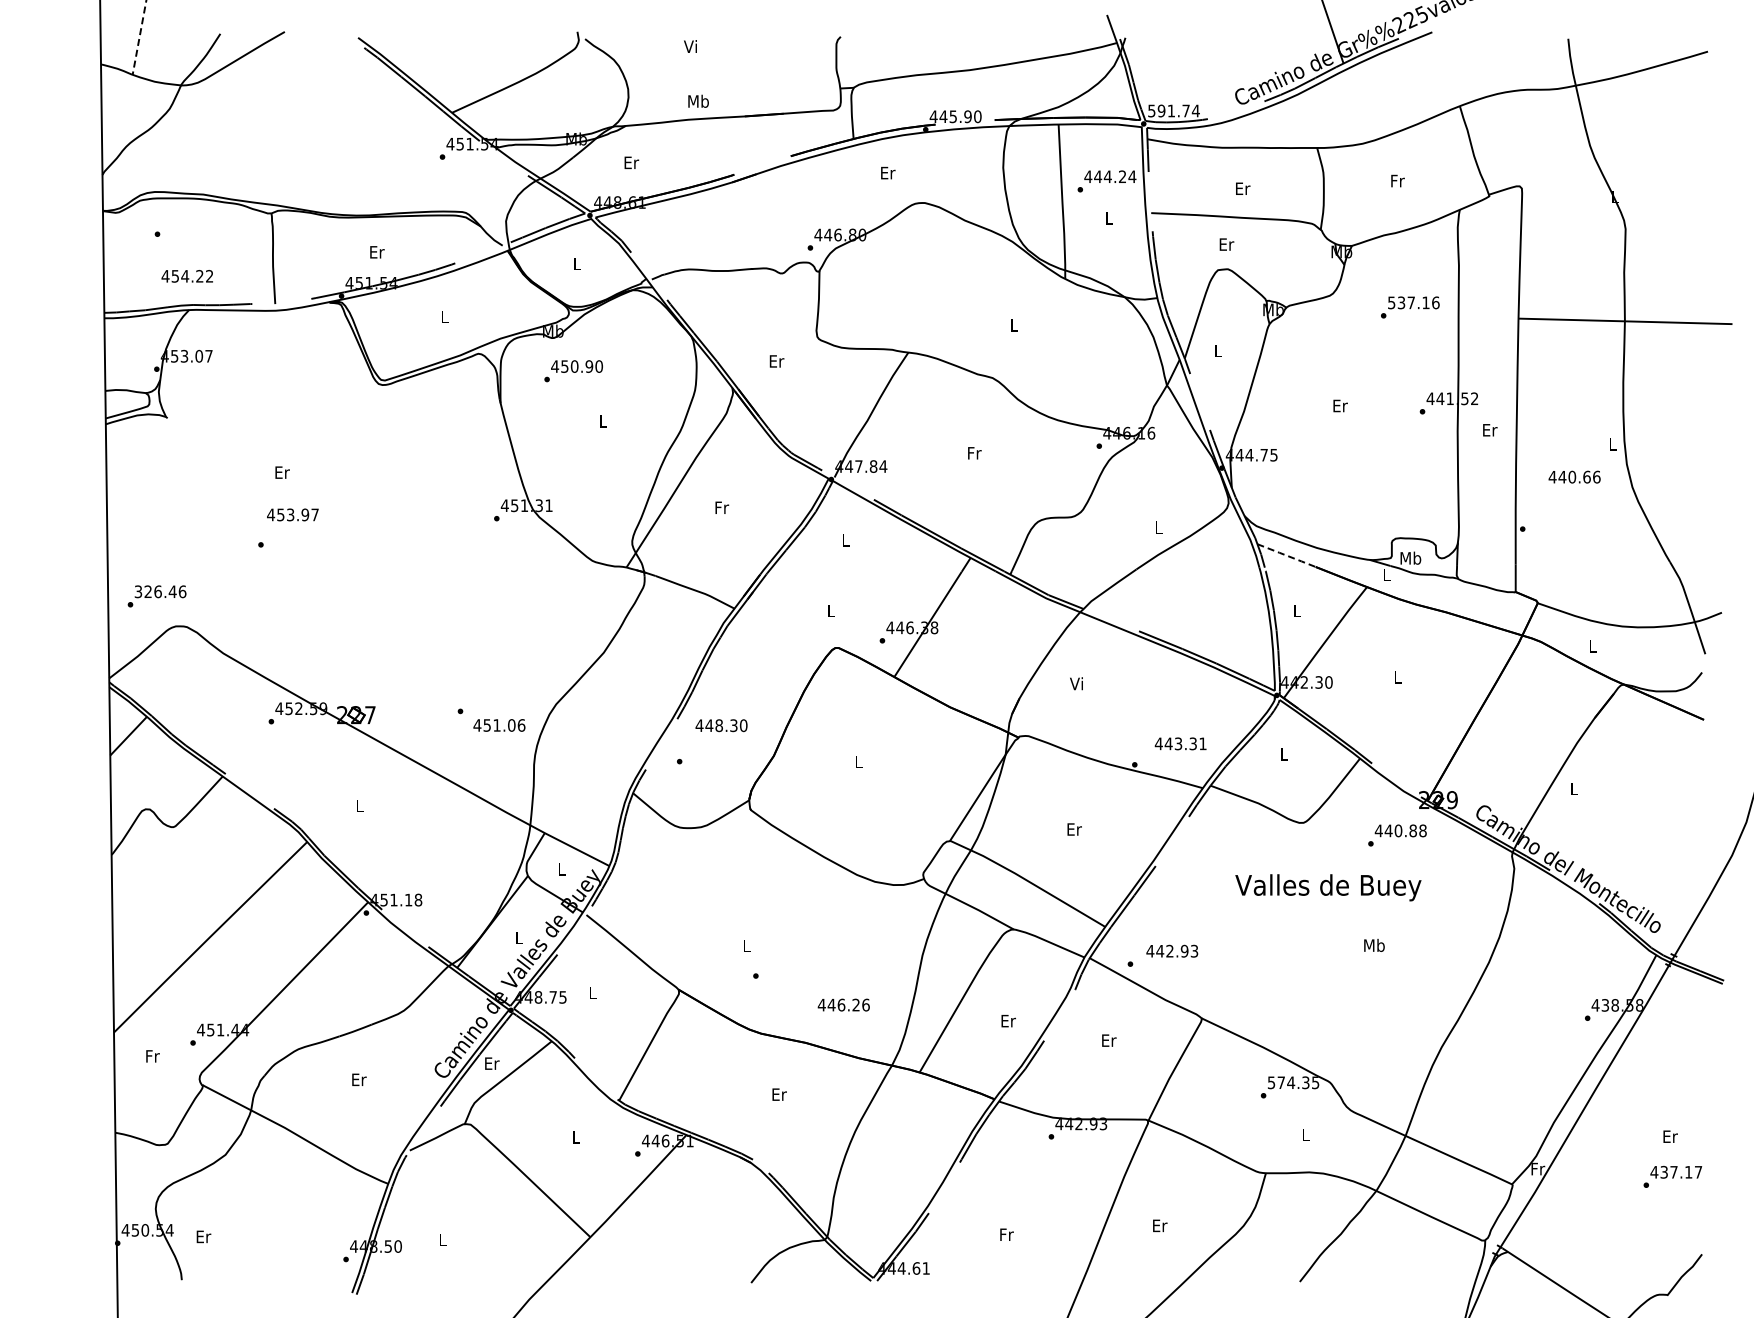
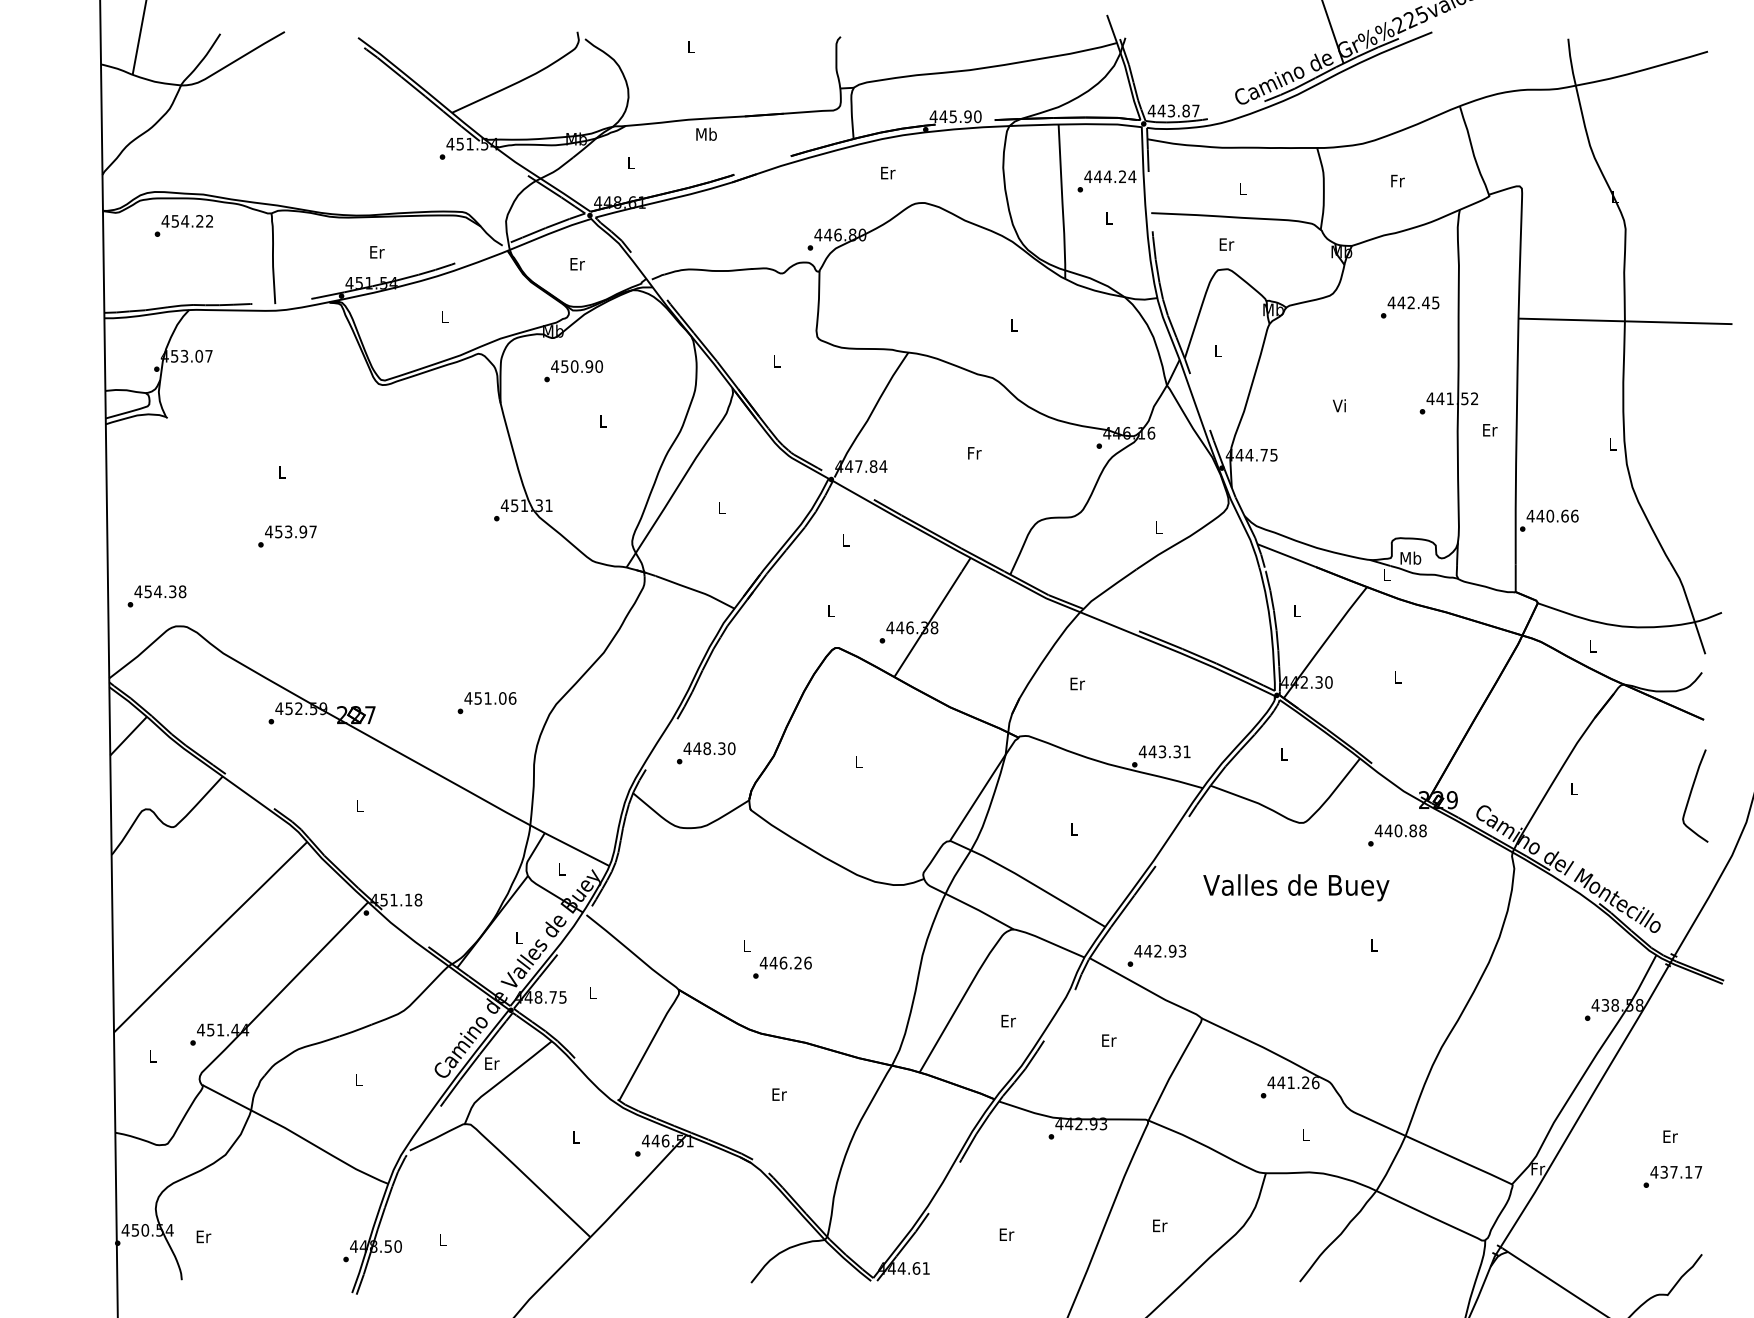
line at (139, 37): dashed -> solid
text at (690, 46): Vi -> L
text at (698, 100) position: (698, 100) -> (706, 133)
text at (1173, 110): 591.74 -> 443.87
text at (631, 162): Er -> L
text at (1243, 188): Er -> L
text at (577, 264): L -> Er
text at (186, 276) position: (186, 276) -> (186, 221)
text at (1413, 302): 537.16 -> 442.45
text at (776, 361): Er -> L
text at (1339, 405): Er -> Vi
text at (282, 472): Er -> L
text at (1574, 476) position: (1574, 476) -> (1552, 515)
text at (722, 507): Fr -> L
text at (292, 514) position: (292, 514) -> (290, 531)
line at (1286, 555): dashed -> solid
text at (160, 591): 326.46 -> 454.38
text at (1077, 683): Vi -> Er
text at (499, 725) position: (499, 725) -> (490, 698)
text at (721, 725) position: (721, 725) -> (709, 748)
text at (1180, 743) position: (1180, 743) -> (1164, 751)
curve at (1691, 794): none -> present
text at (1074, 829): Er -> L
text at (1328, 887) position: (1328, 887) -> (1296, 887)
text at (1374, 944): Mb -> L
text at (1172, 950) position: (1172, 950) -> (1160, 950)
text at (843, 1004) position: (843, 1004) -> (785, 962)
text at (152, 1056): Fr -> L
text at (359, 1079): Er -> L
text at (1293, 1082): 574.35 -> 441.26
text at (1006, 1234): Fr -> Er
